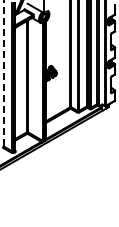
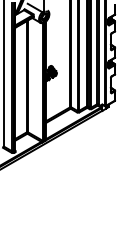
line at (3, 73): dashed -> solid
